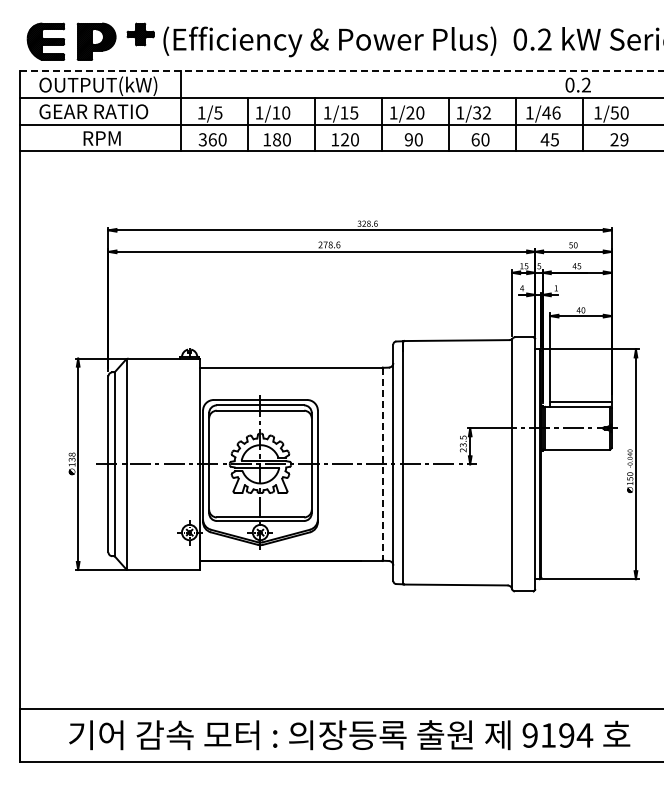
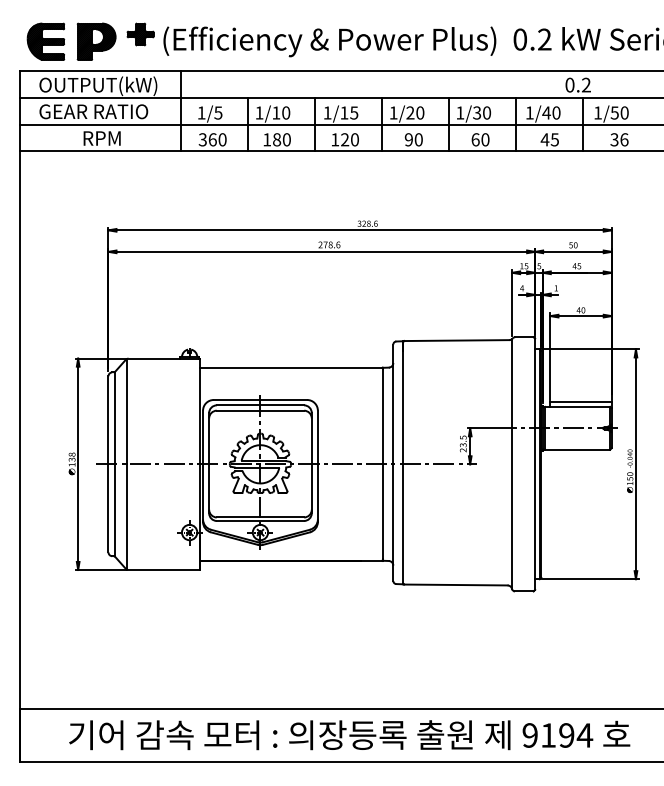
line at (341, 70): dashed -> solid
text at (487, 112): 1/32 -> 1/30
text at (556, 112): 1/46 -> 1/40
text at (619, 139): 29 -> 36
line at (382, 464): dashed -> solid
